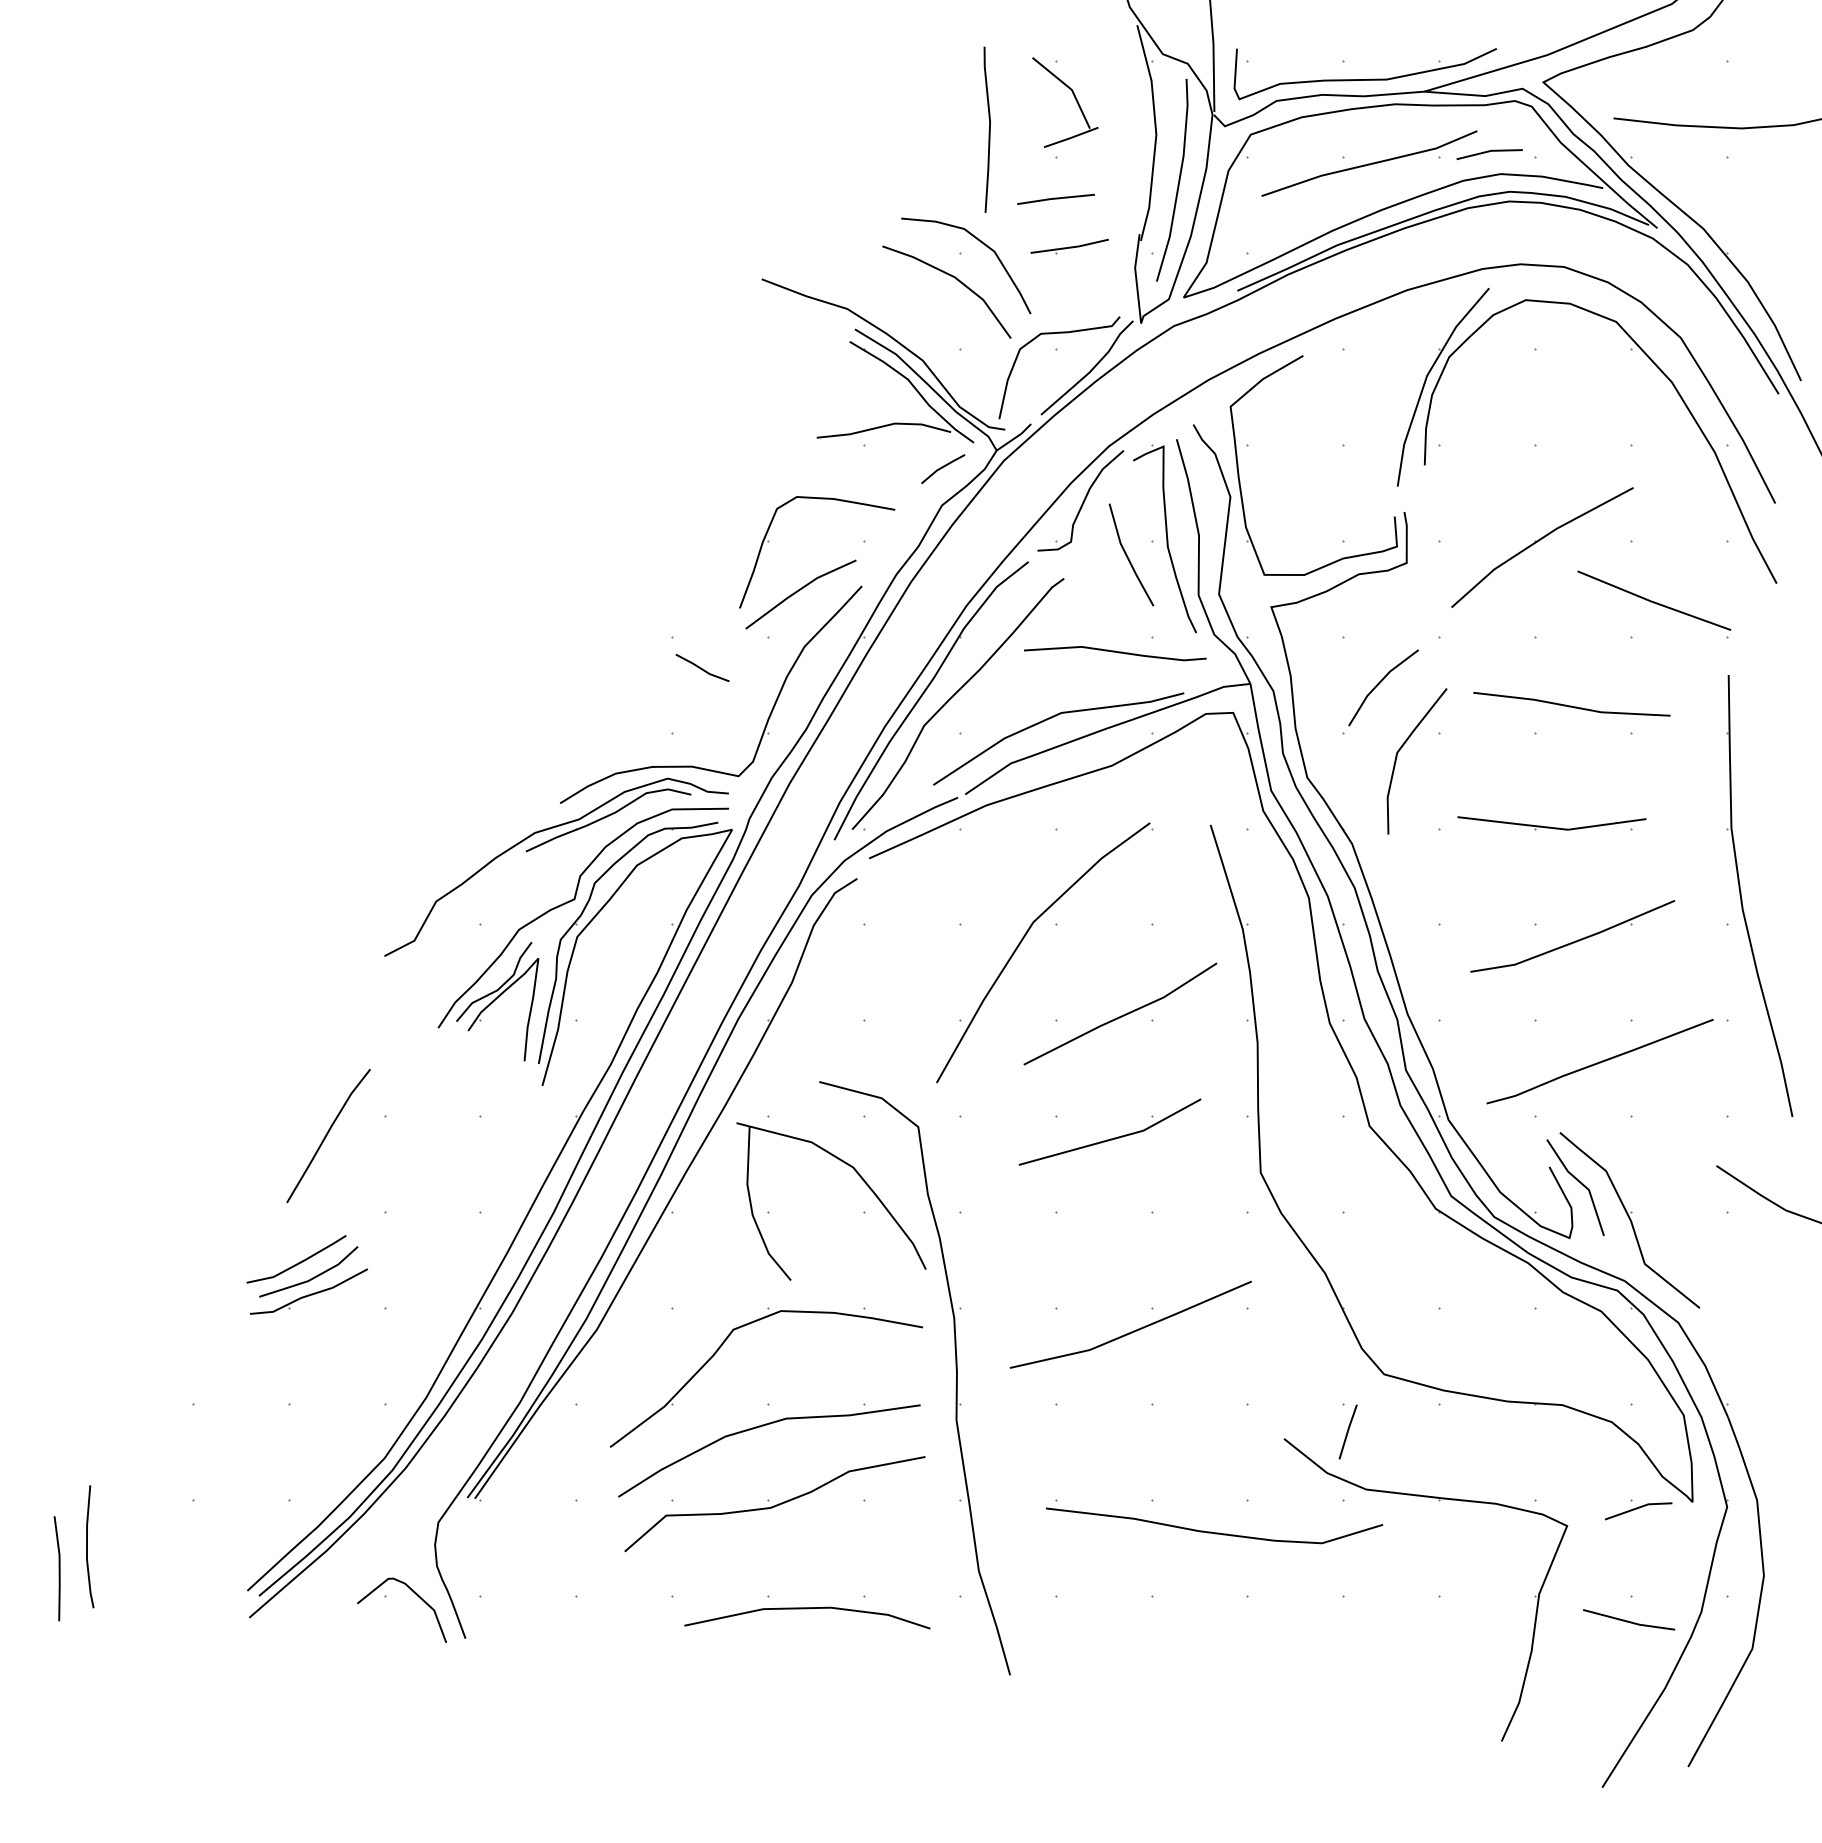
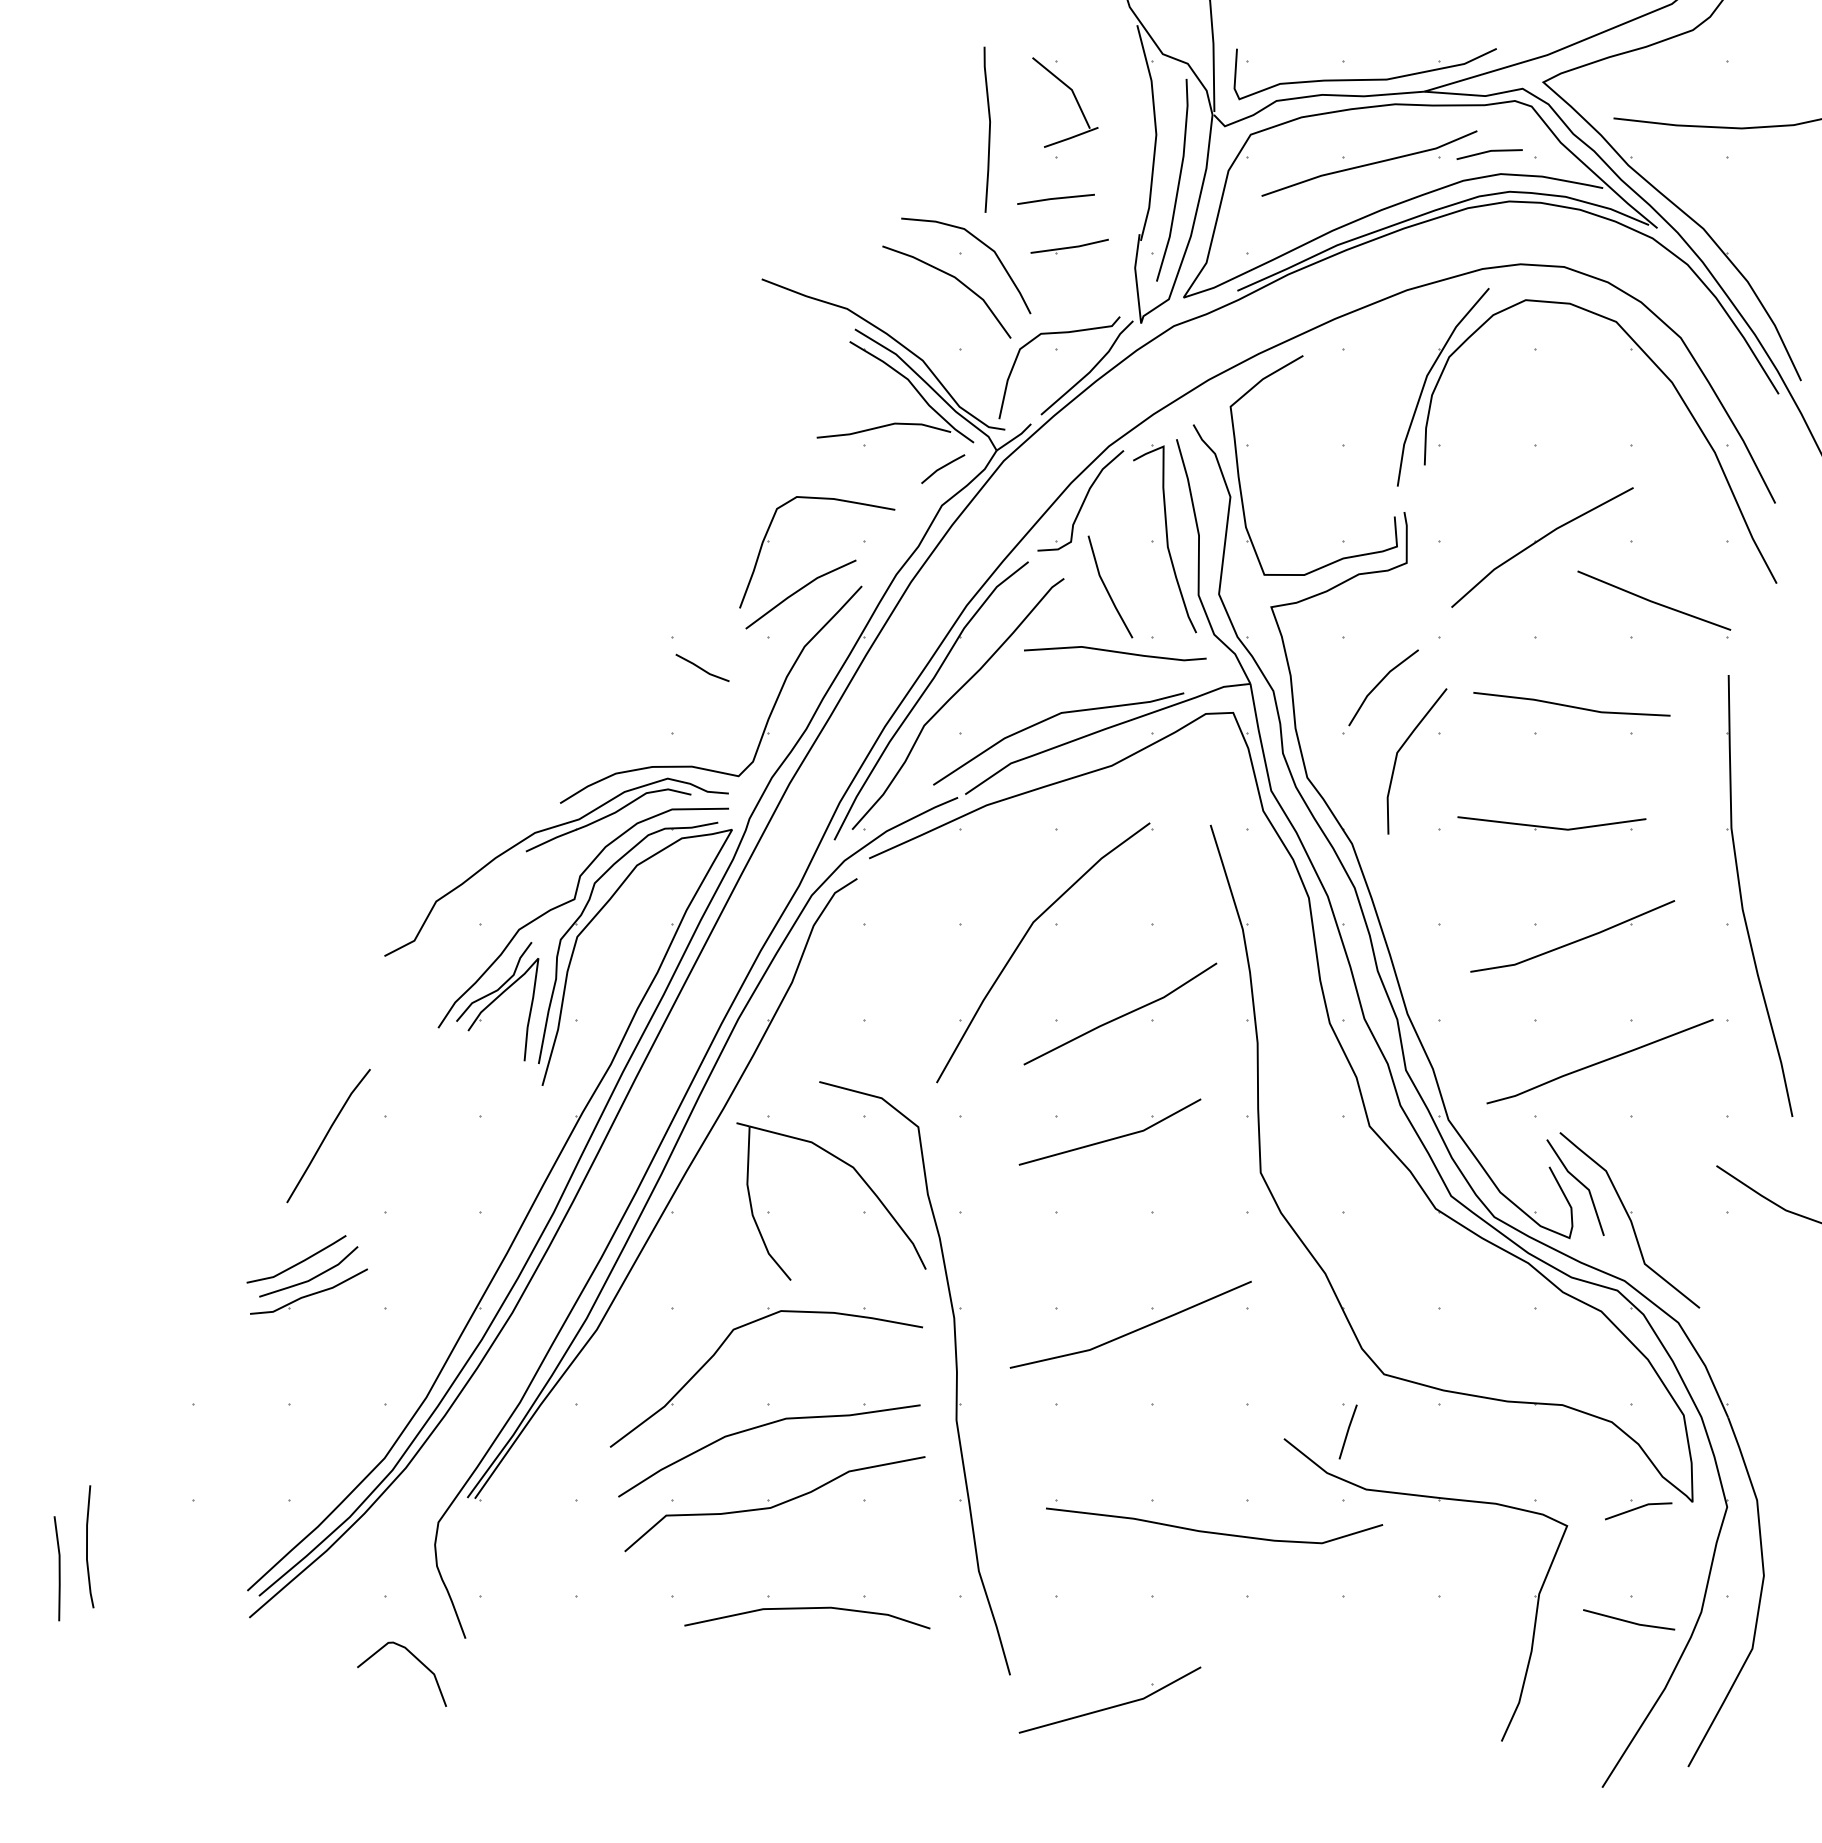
line at (1128, 556) position: (1128, 556) -> (1107, 588)
curve at (415, 1594) position: (415, 1594) -> (415, 1658)
part at (1110, 1706): none -> present
